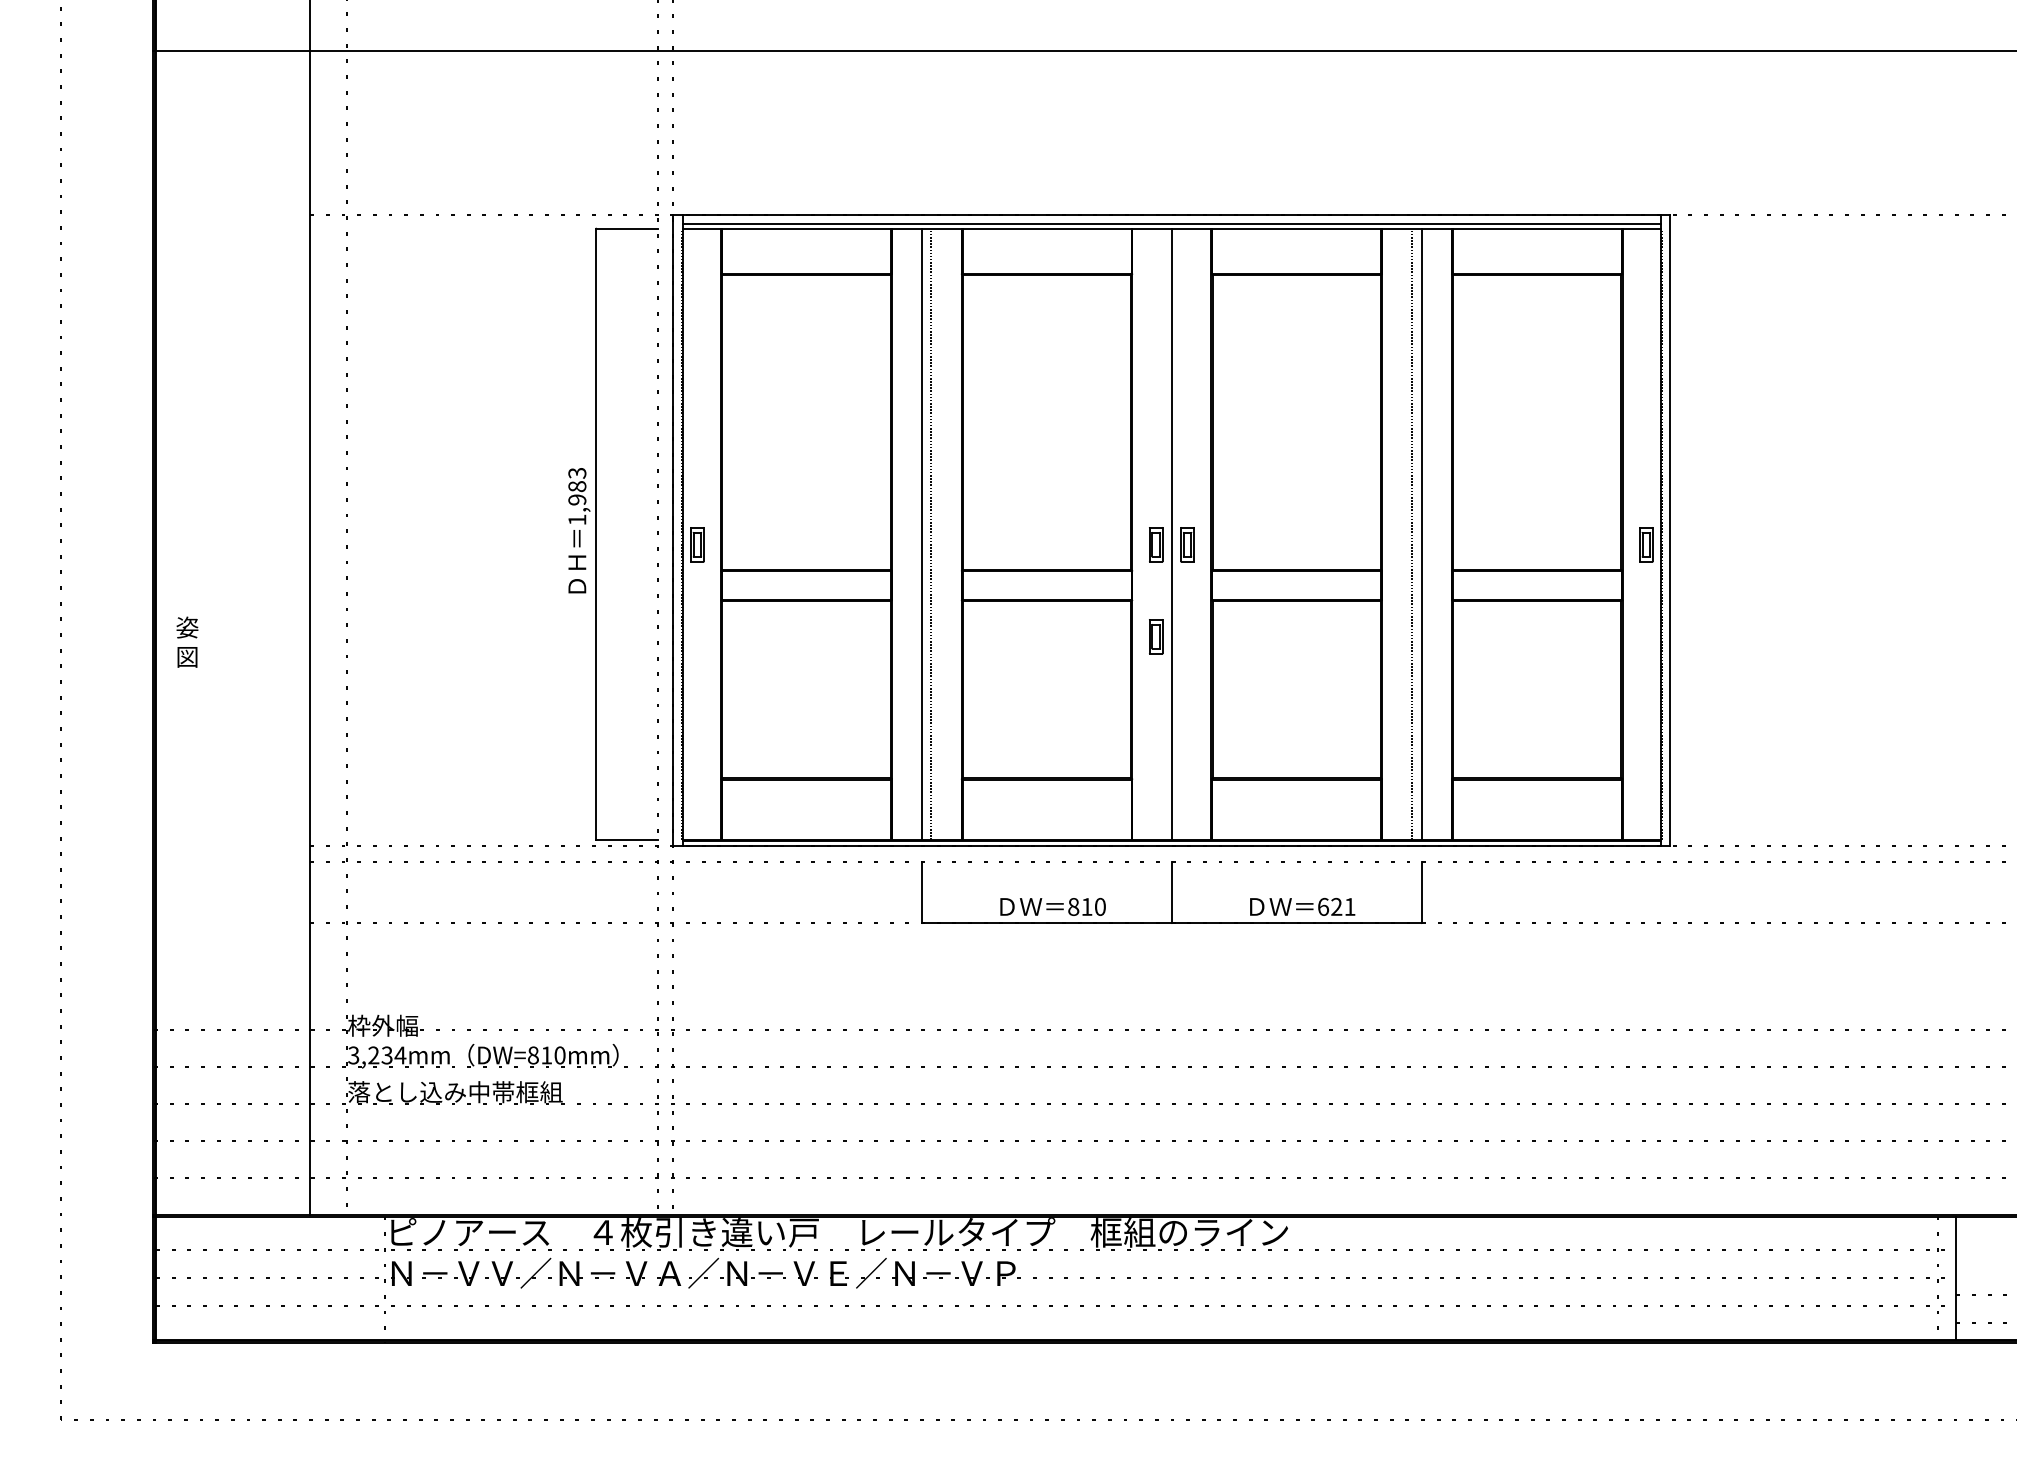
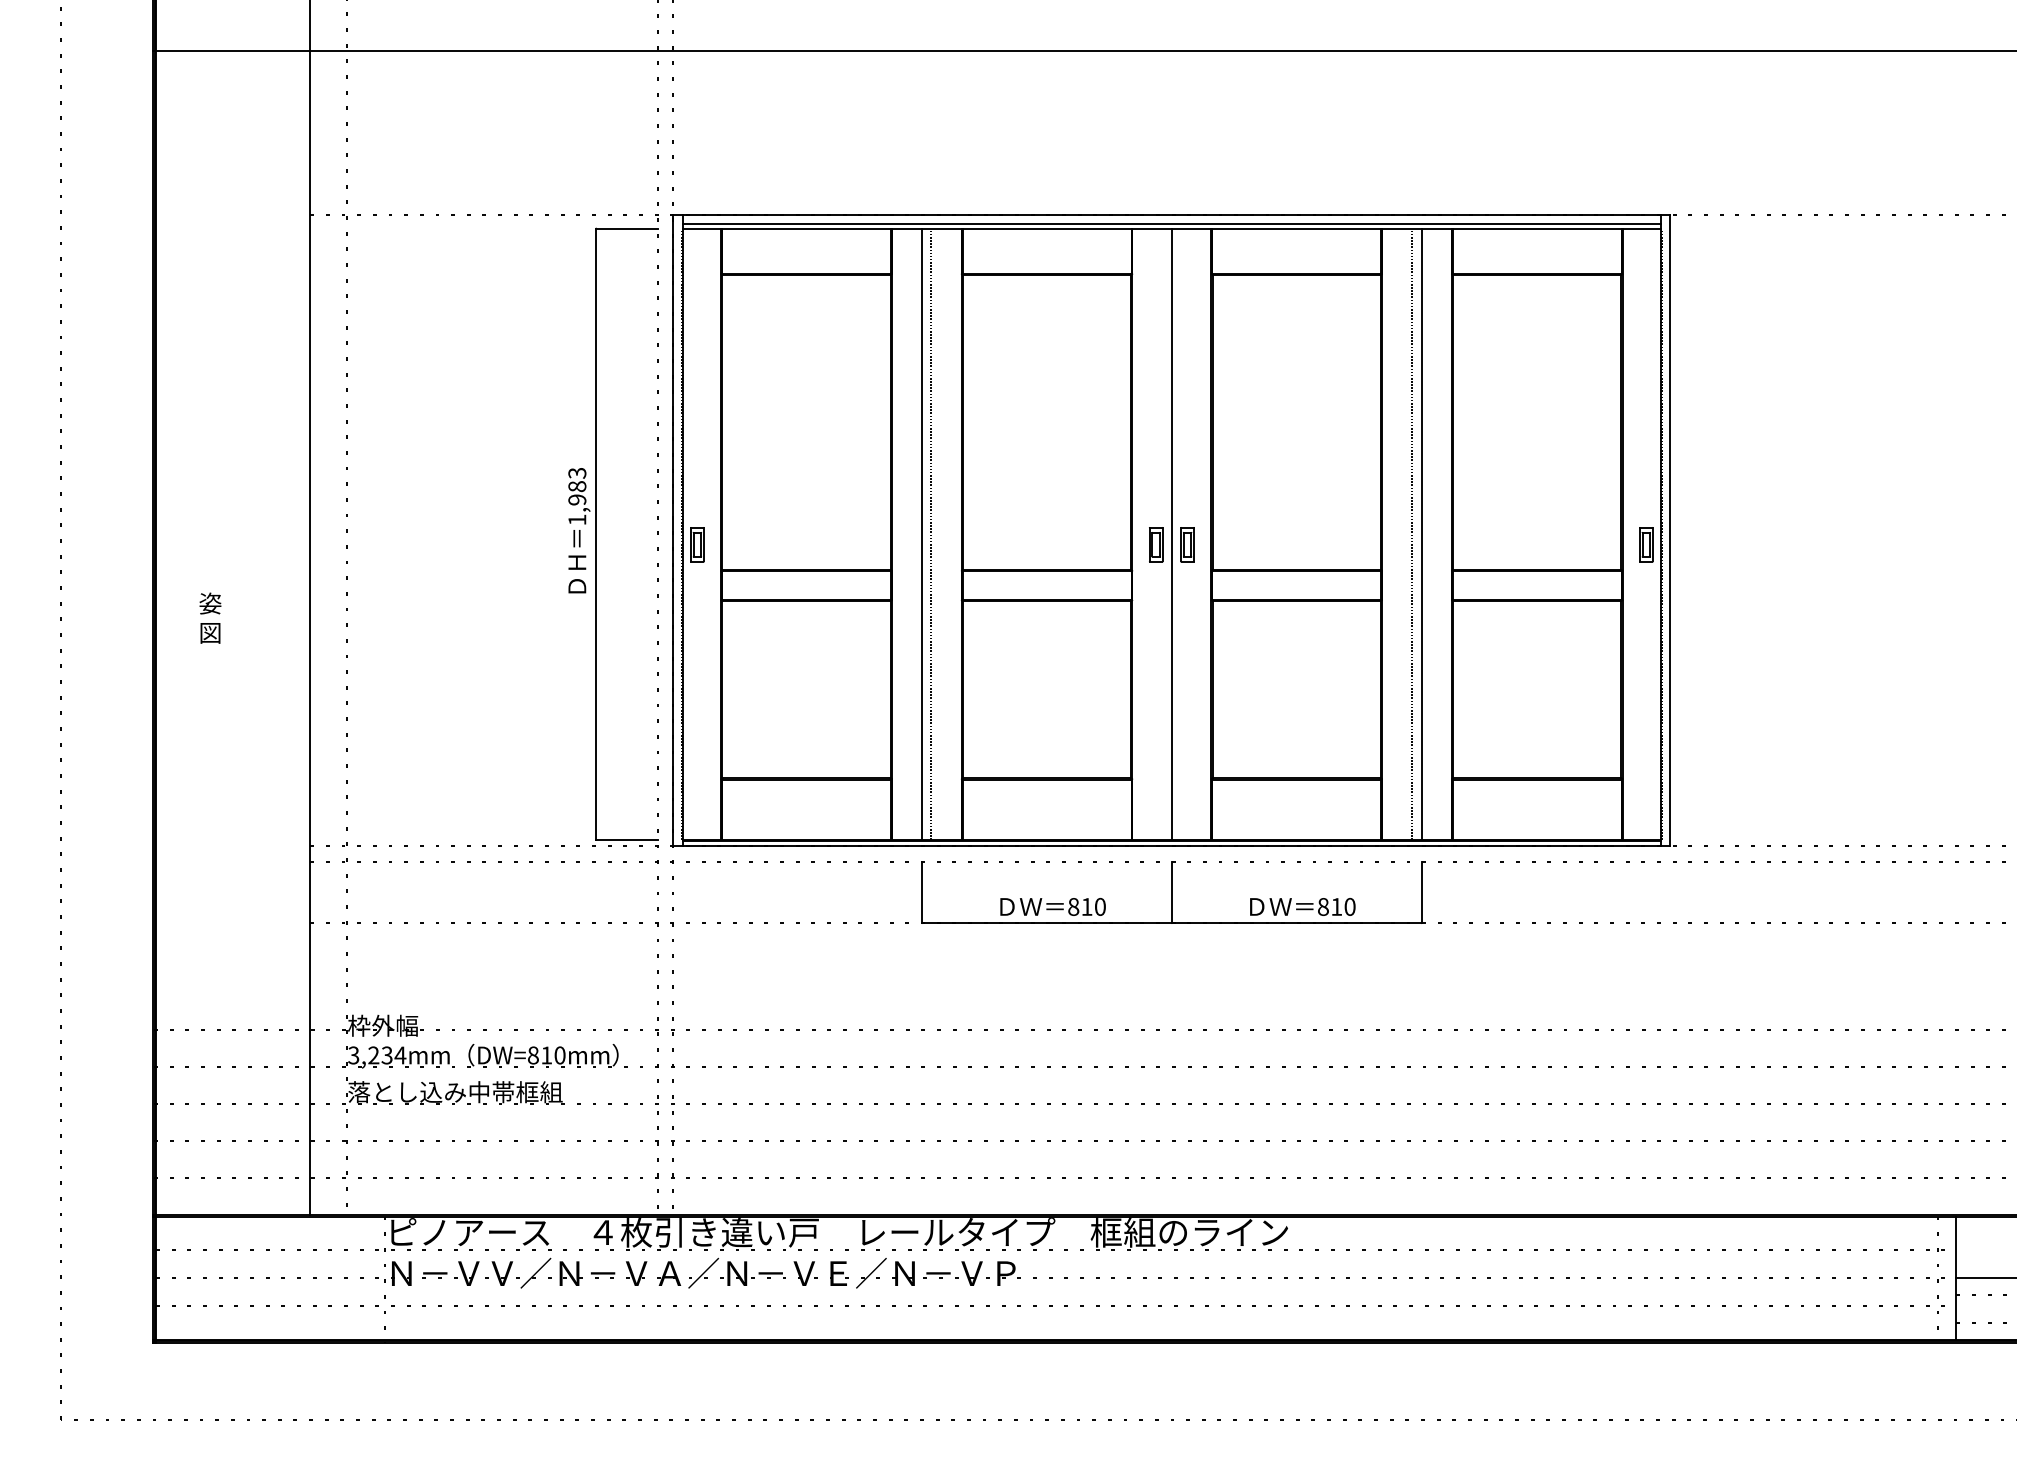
part at (1156, 636): present -> none
text at (187, 641) position: (187, 641) -> (210, 617)
text at (1336, 906): 621 -> 810
line at (1984, 1278): none -> present
